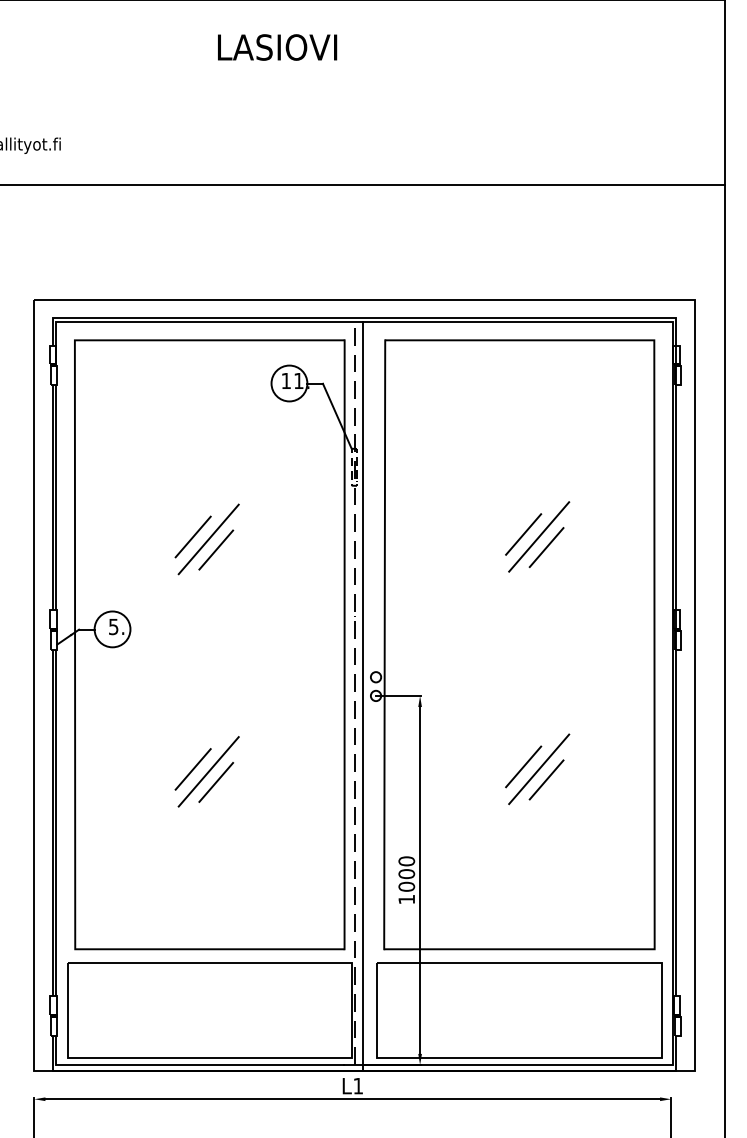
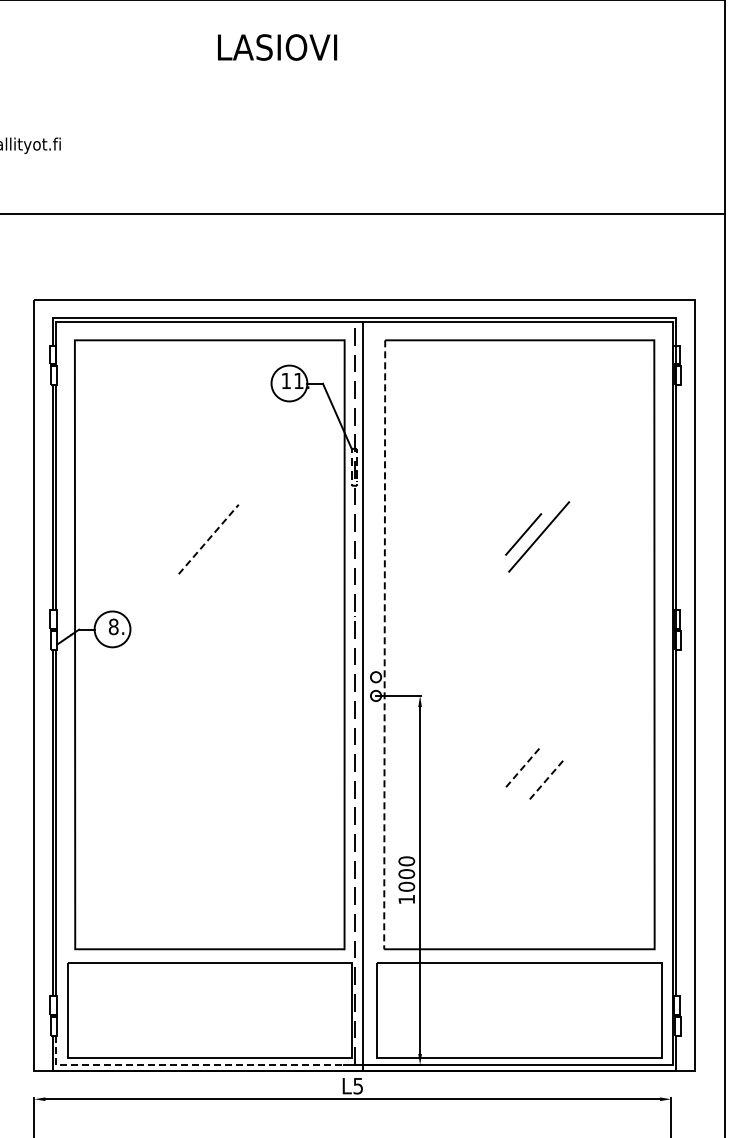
line at (363, 185) position: (363, 185) -> (363, 214)
line at (192, 536): present -> none
line at (208, 539): solid -> dashed
line at (546, 547): present -> none
line at (216, 549): present -> none
text at (113, 626): 5. -> 8.
line at (384, 645): solid -> dashed
line at (523, 766): solid -> dashed
line at (192, 769): present -> none
line at (539, 769): present -> none
line at (208, 771): present -> none
line at (546, 779): solid -> dashed
line at (216, 781): present -> none
line at (185, 1065): solid -> dashed
text at (357, 1086): L1 -> L5
